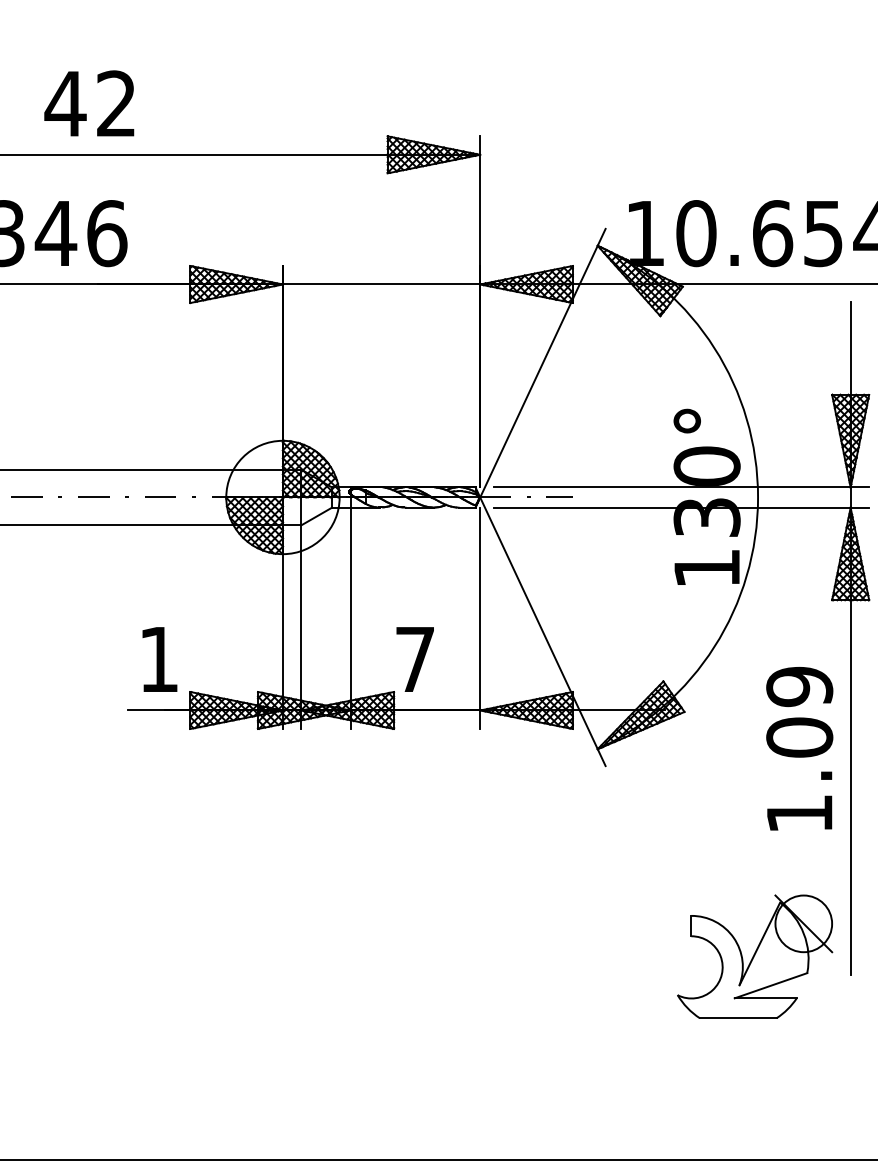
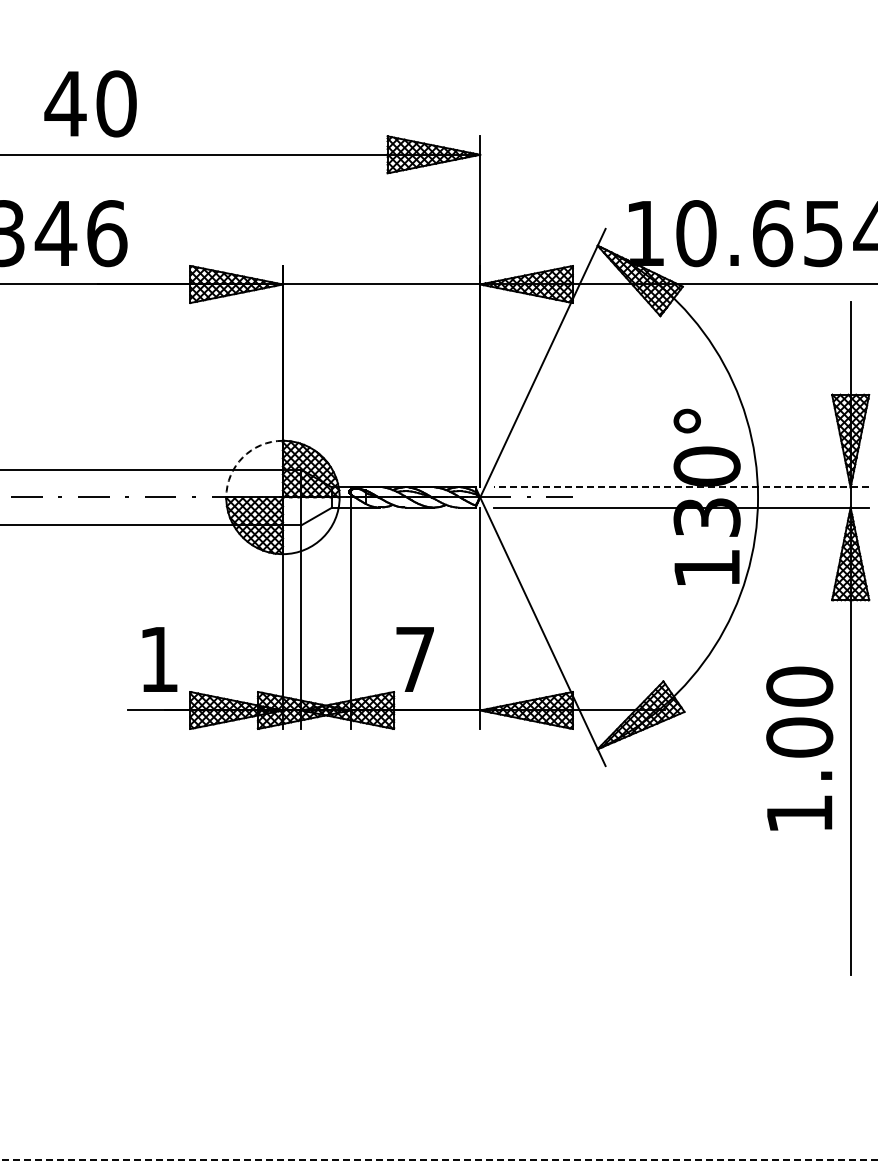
text at (116, 103): 42 -> 40
arc at (242, 457): solid -> dashed
line at (681, 487): solid -> dashed
text at (799, 686): 1.09 -> 1.00
part at (755, 956): present -> none
line at (438, 1159): solid -> dashed
